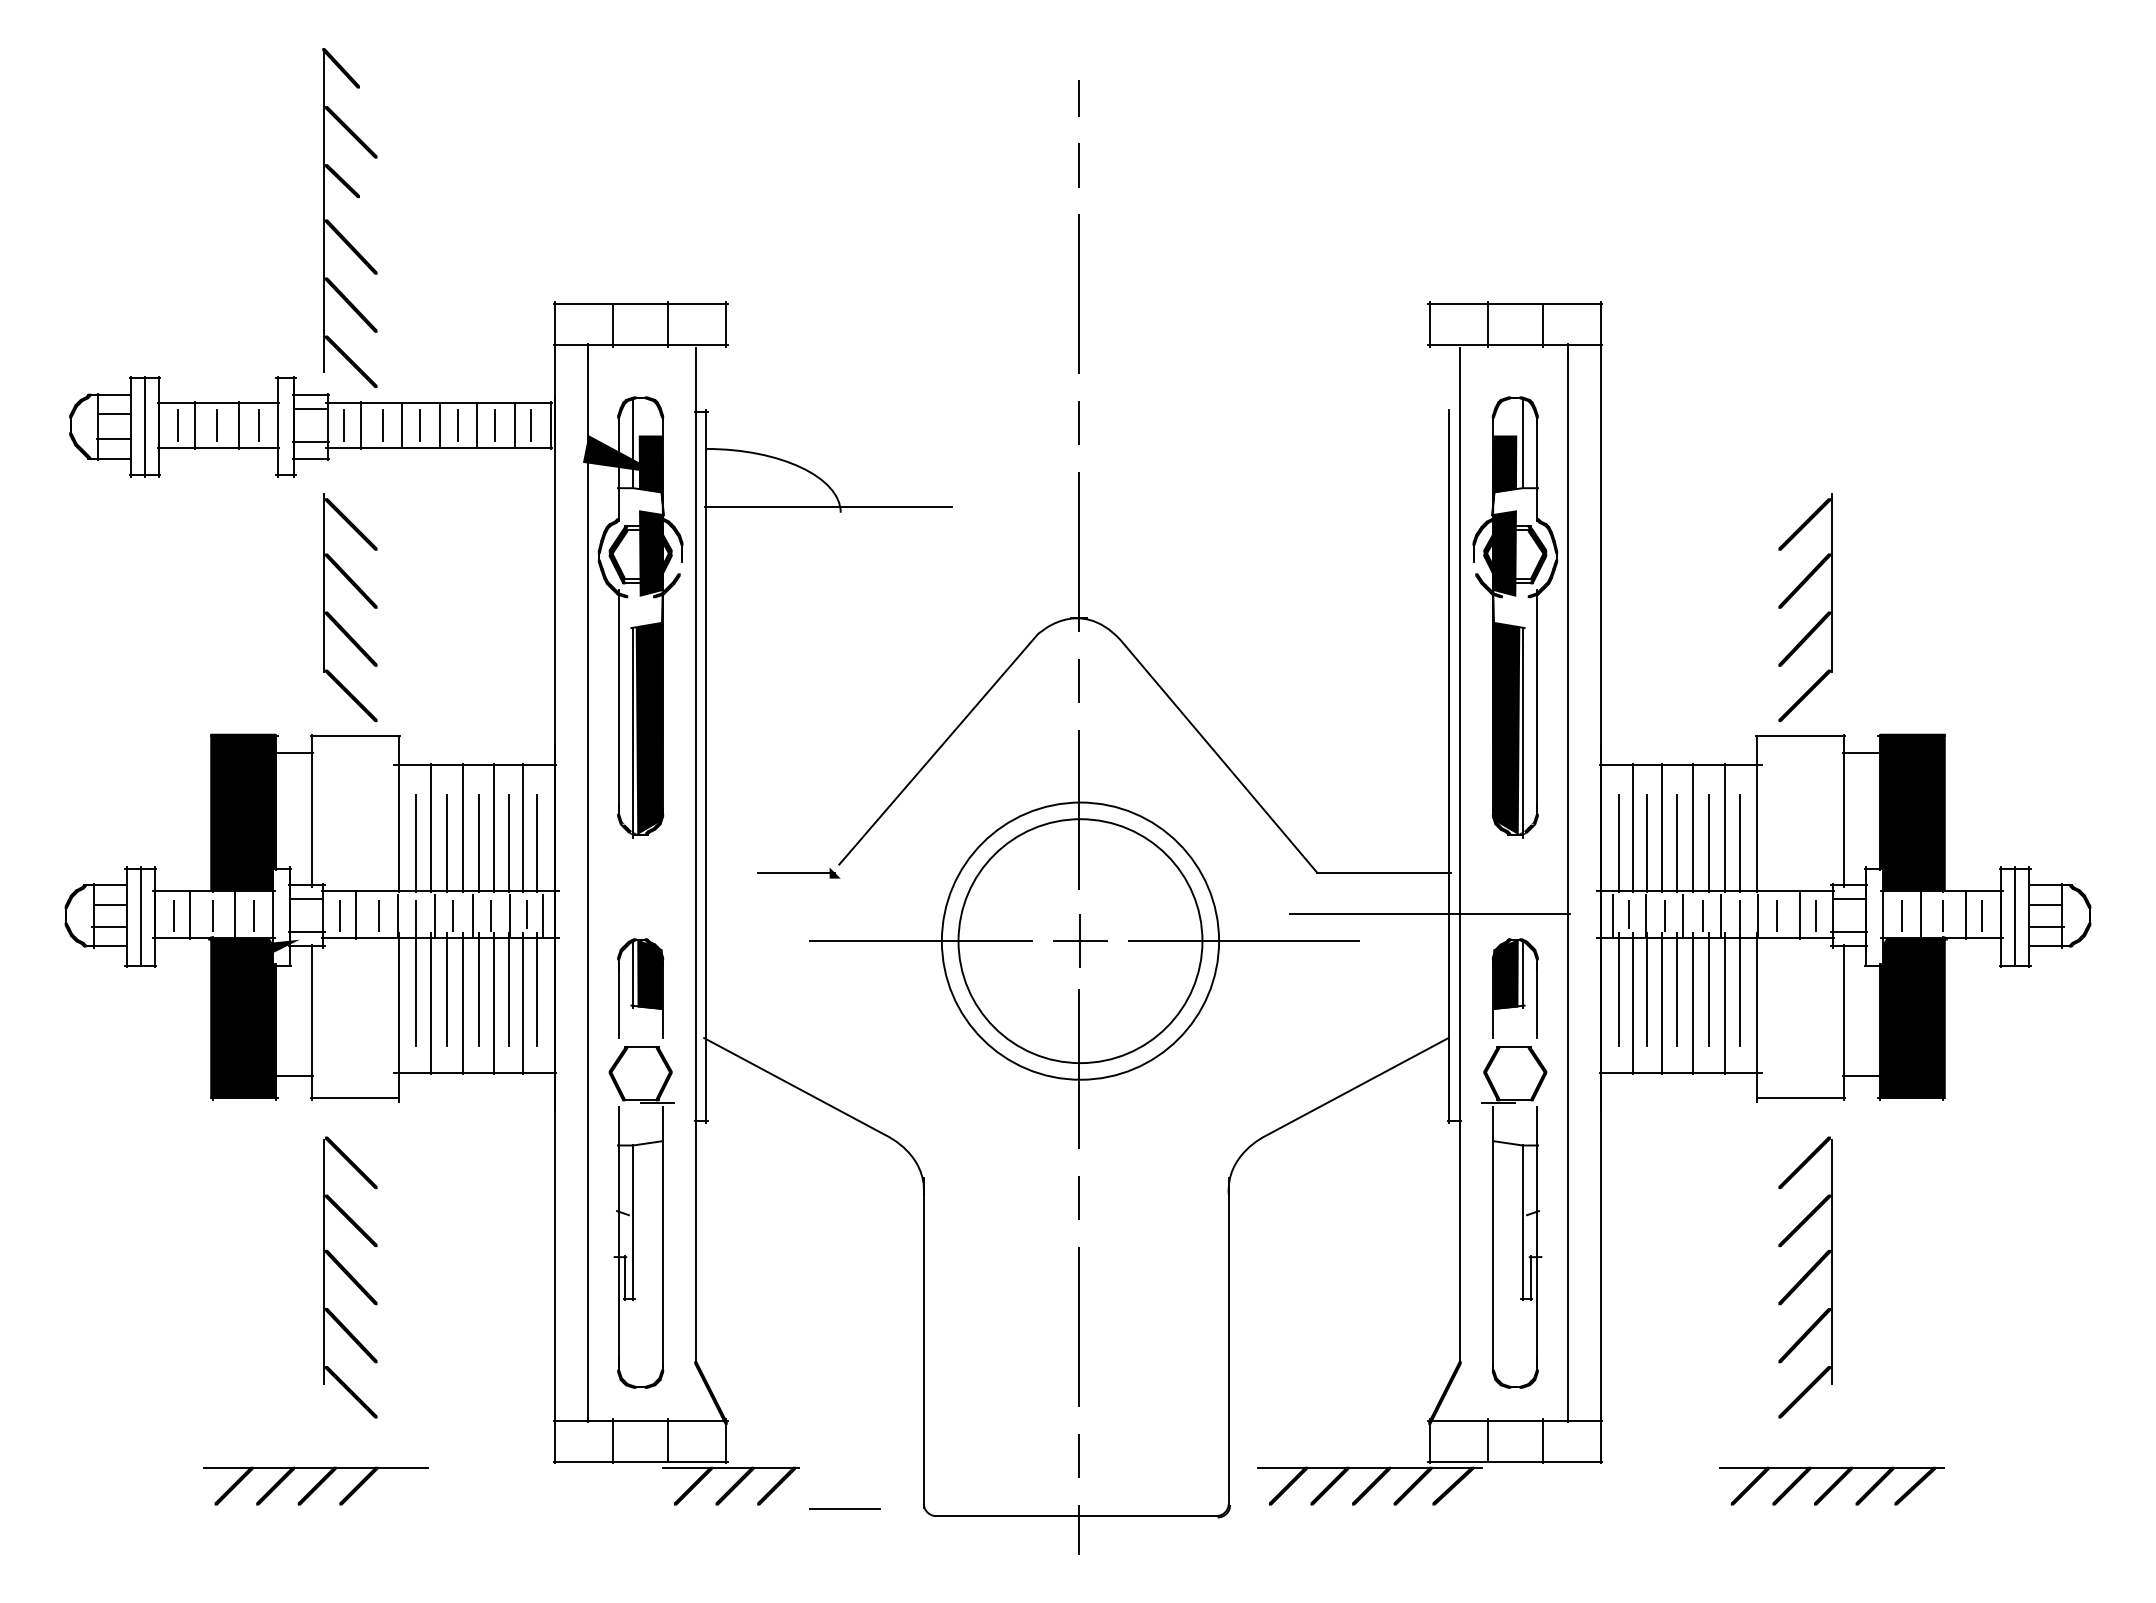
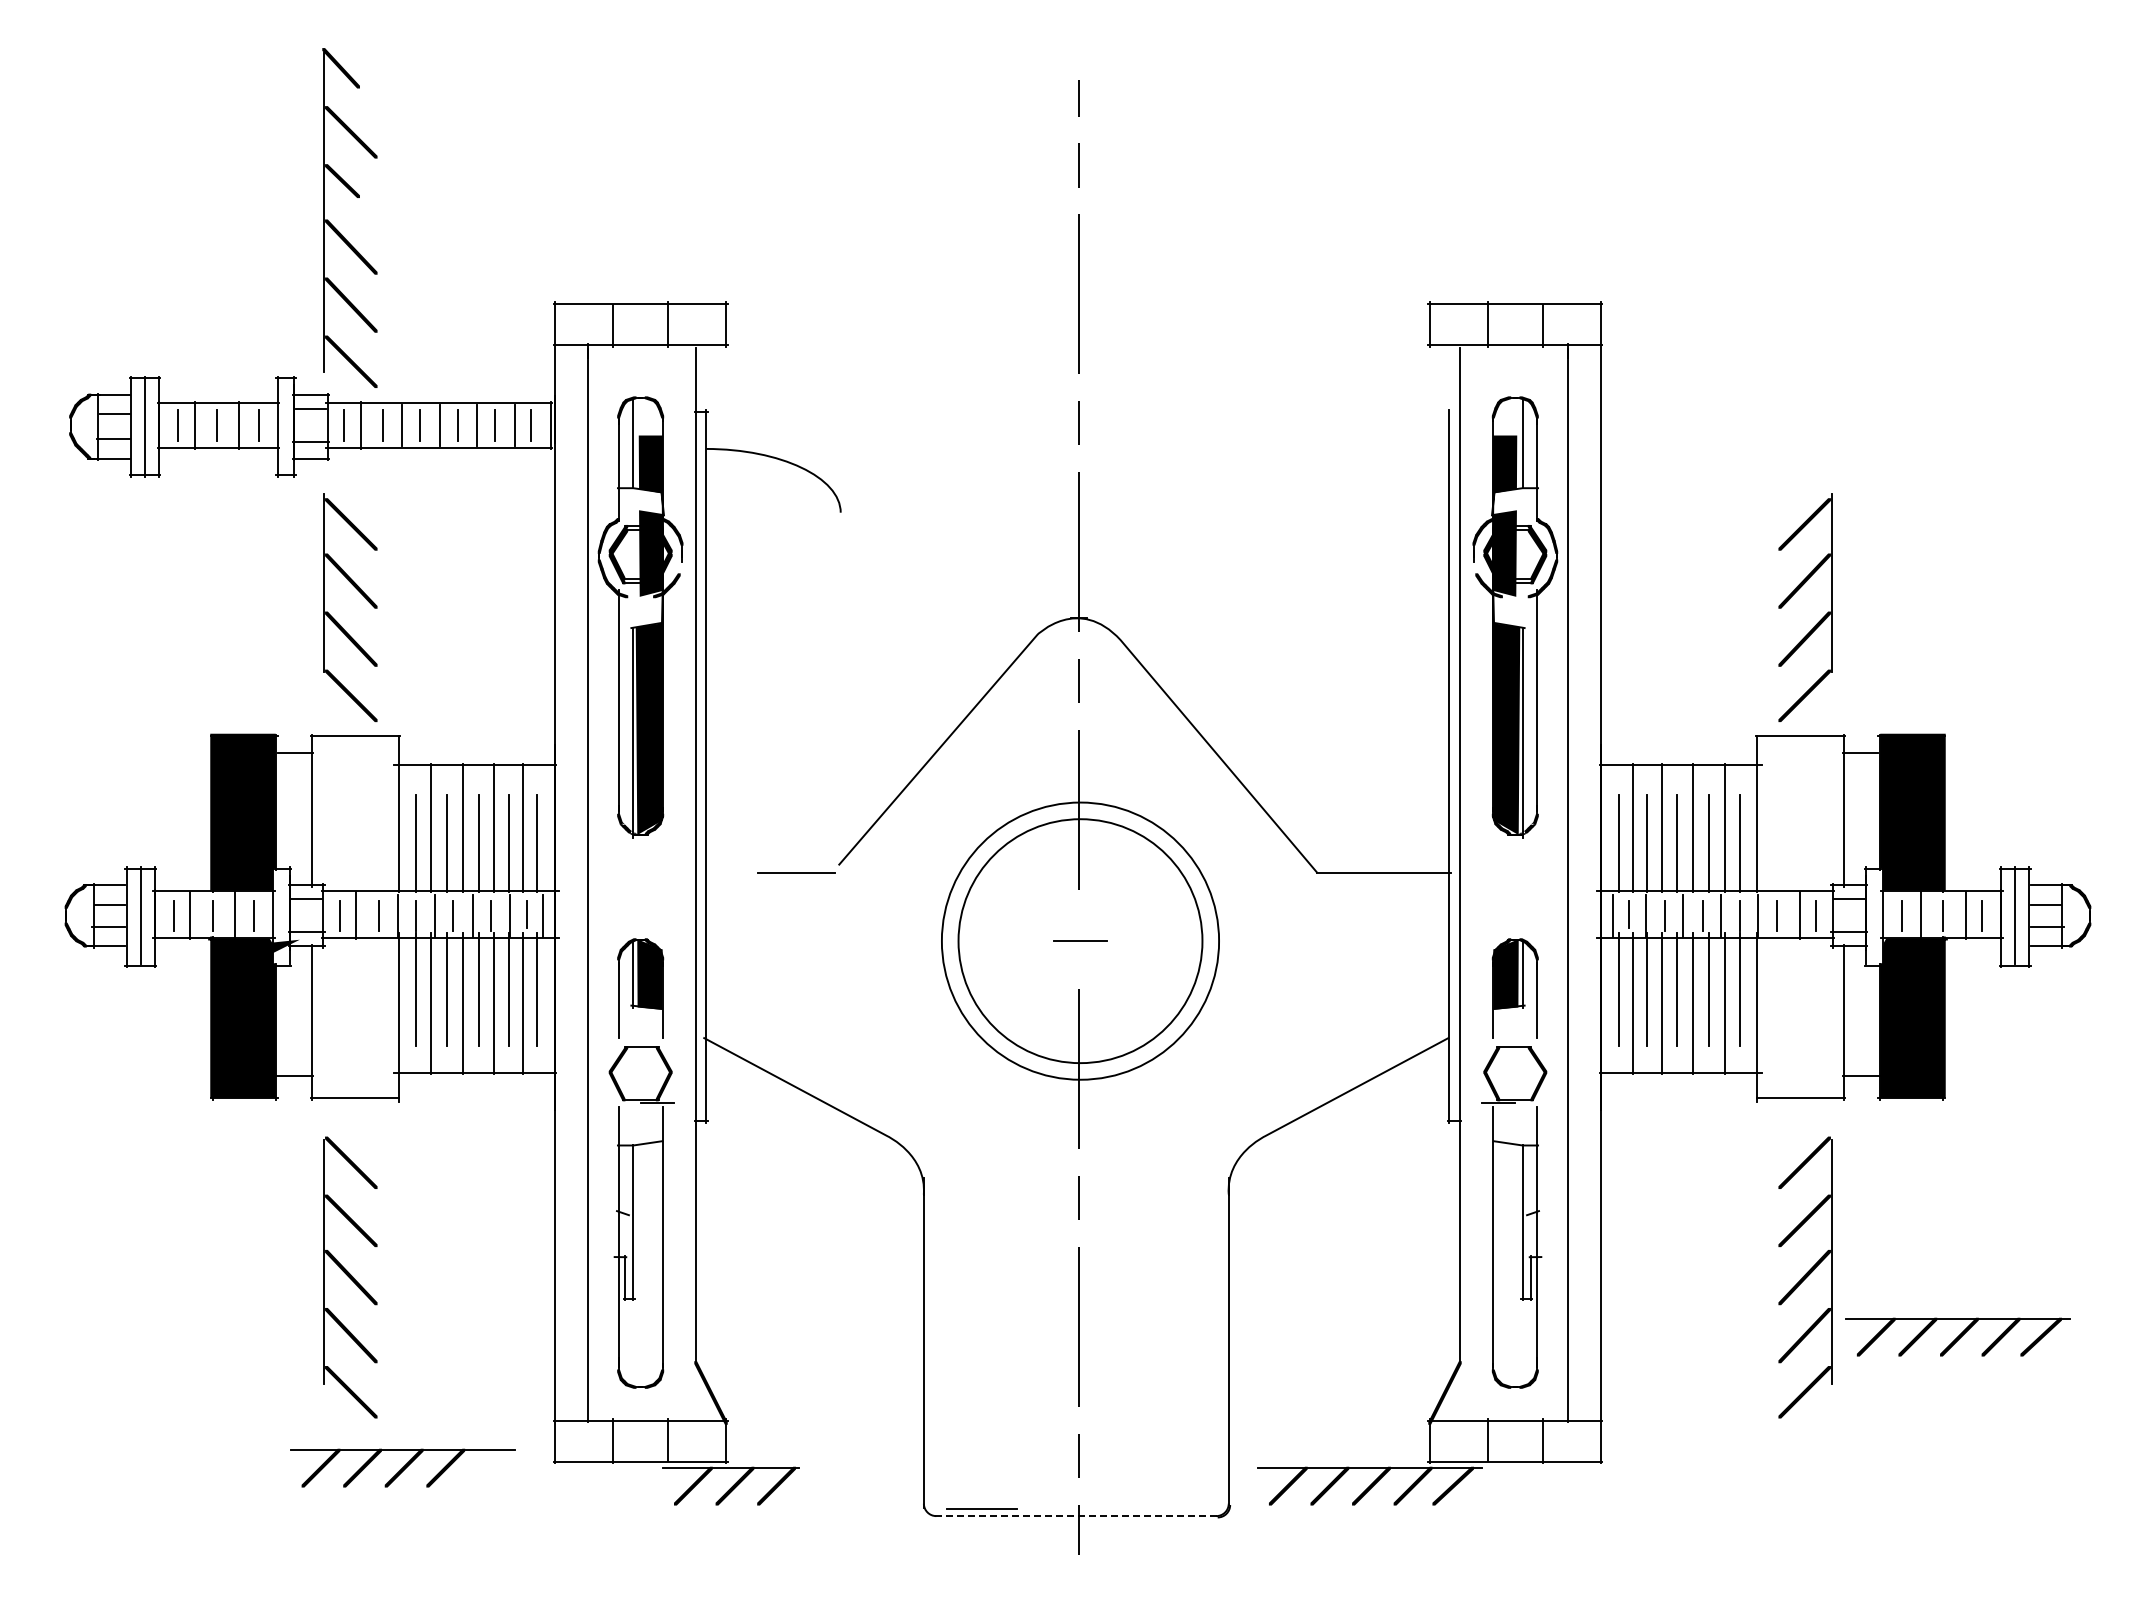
fill at (621, 454): present -> none
line at (827, 507): present -> none
fill at (834, 872): present -> none
line at (1429, 913): present -> none
line at (920, 940): present -> none
line at (1080, 940): present -> none
line at (1244, 940): present -> none
part at (315, 1485) position: (315, 1485) -> (402, 1467)
part at (1831, 1485) position: (1831, 1485) -> (1957, 1336)
line at (844, 1508) position: (844, 1508) -> (981, 1508)
line at (1076, 1516): solid -> dashed
